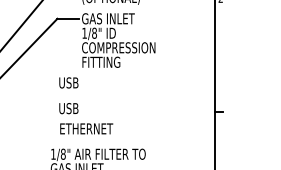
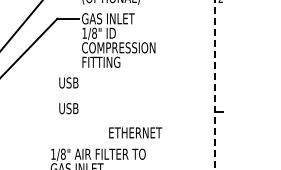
line at (214, 85): solid -> dashed
text at (86, 128) position: (86, 128) -> (135, 132)
